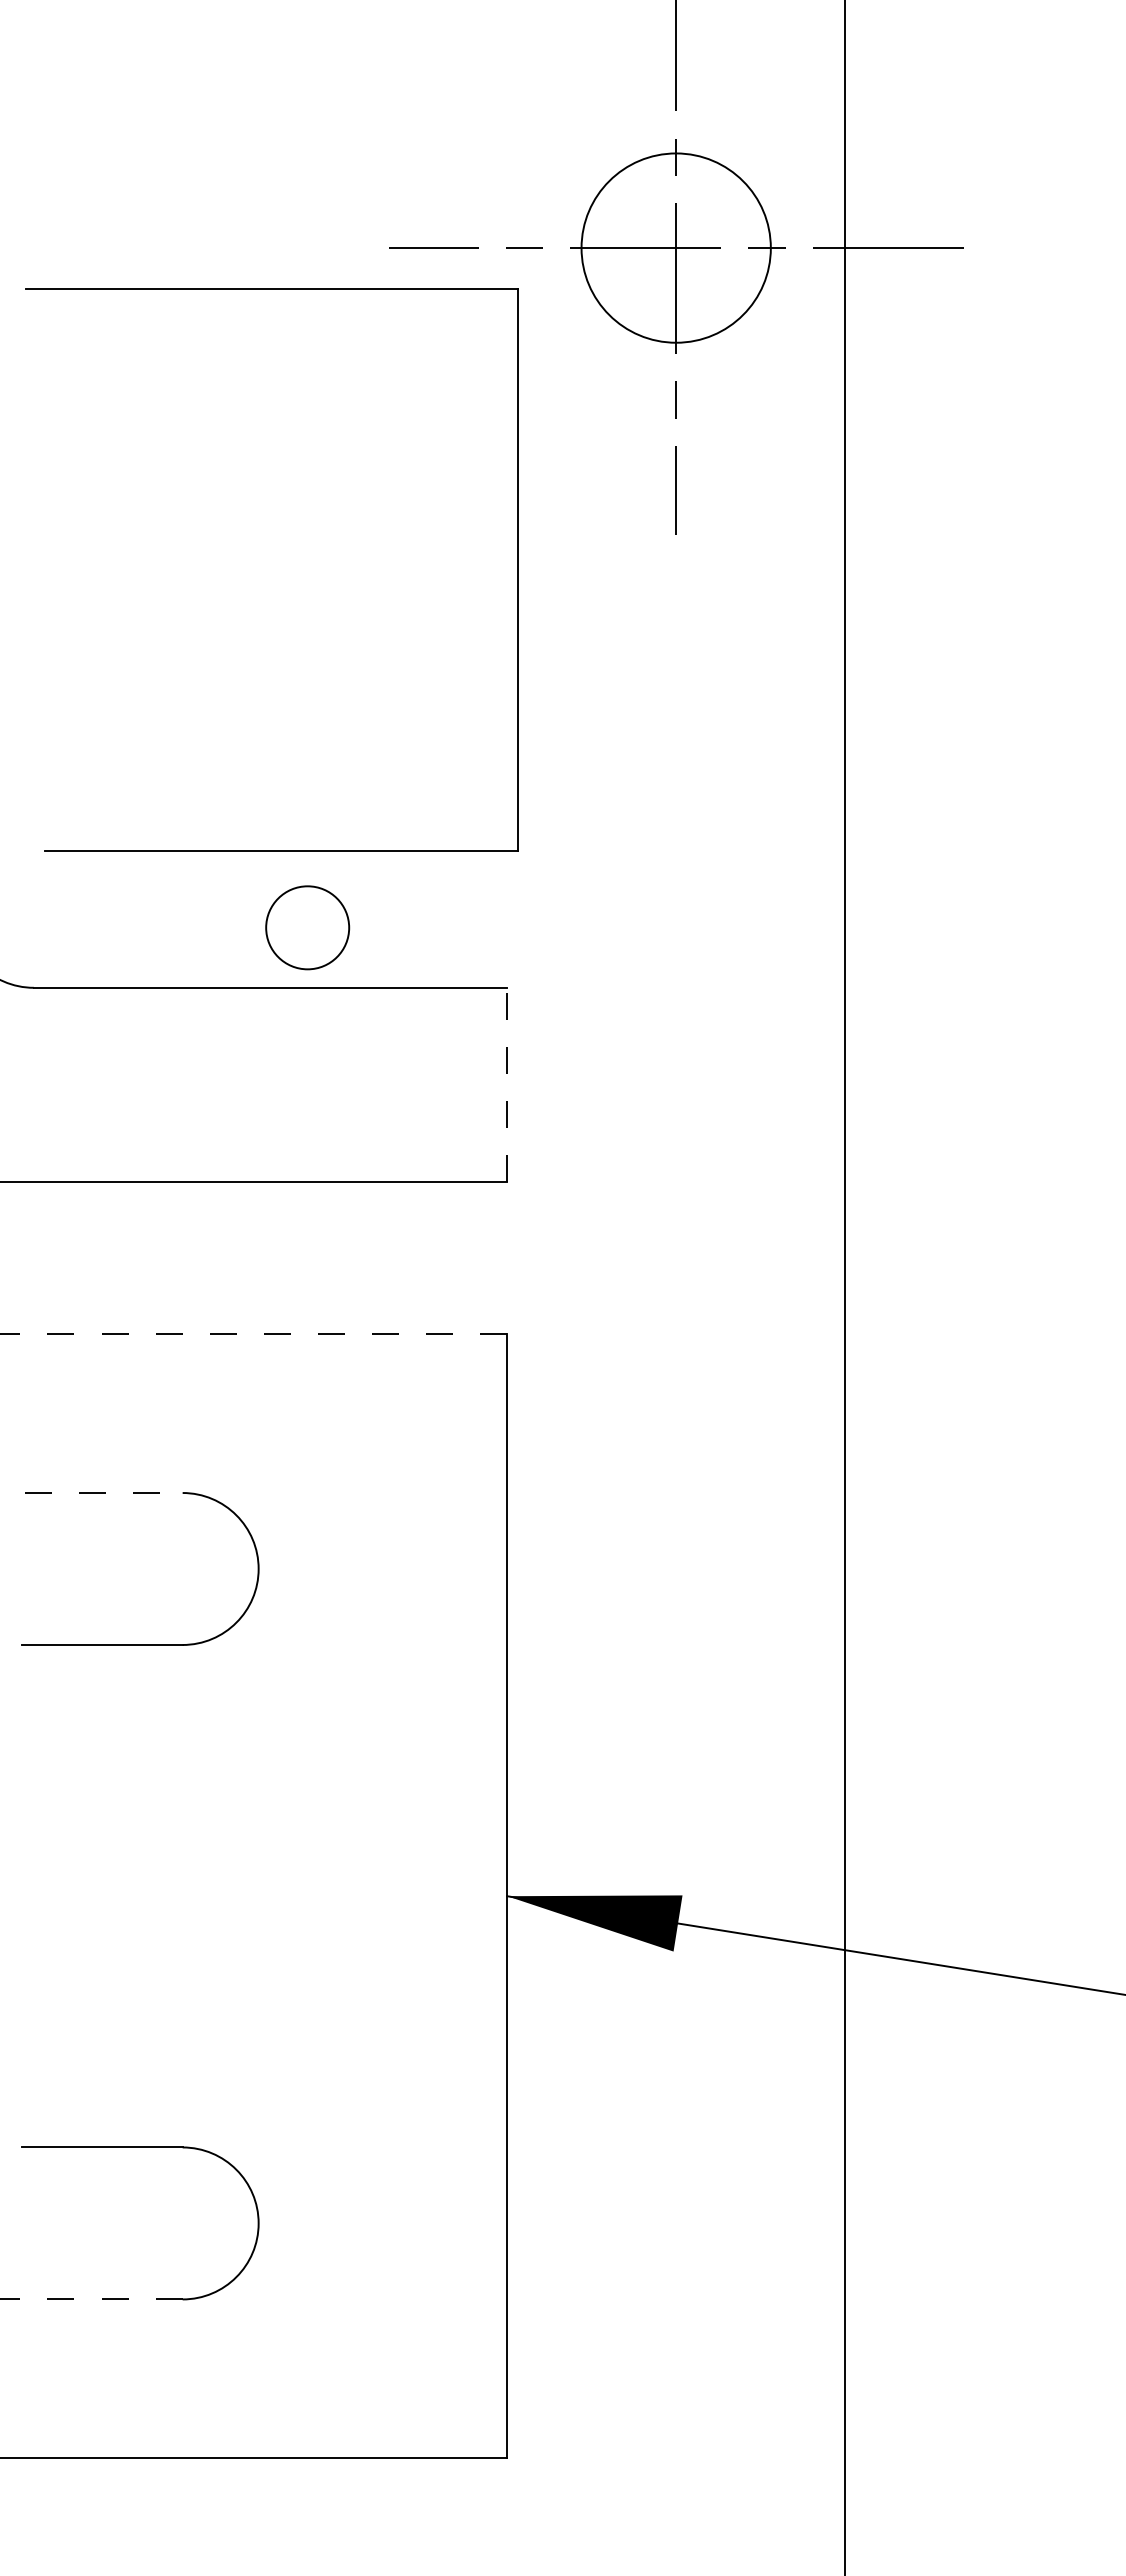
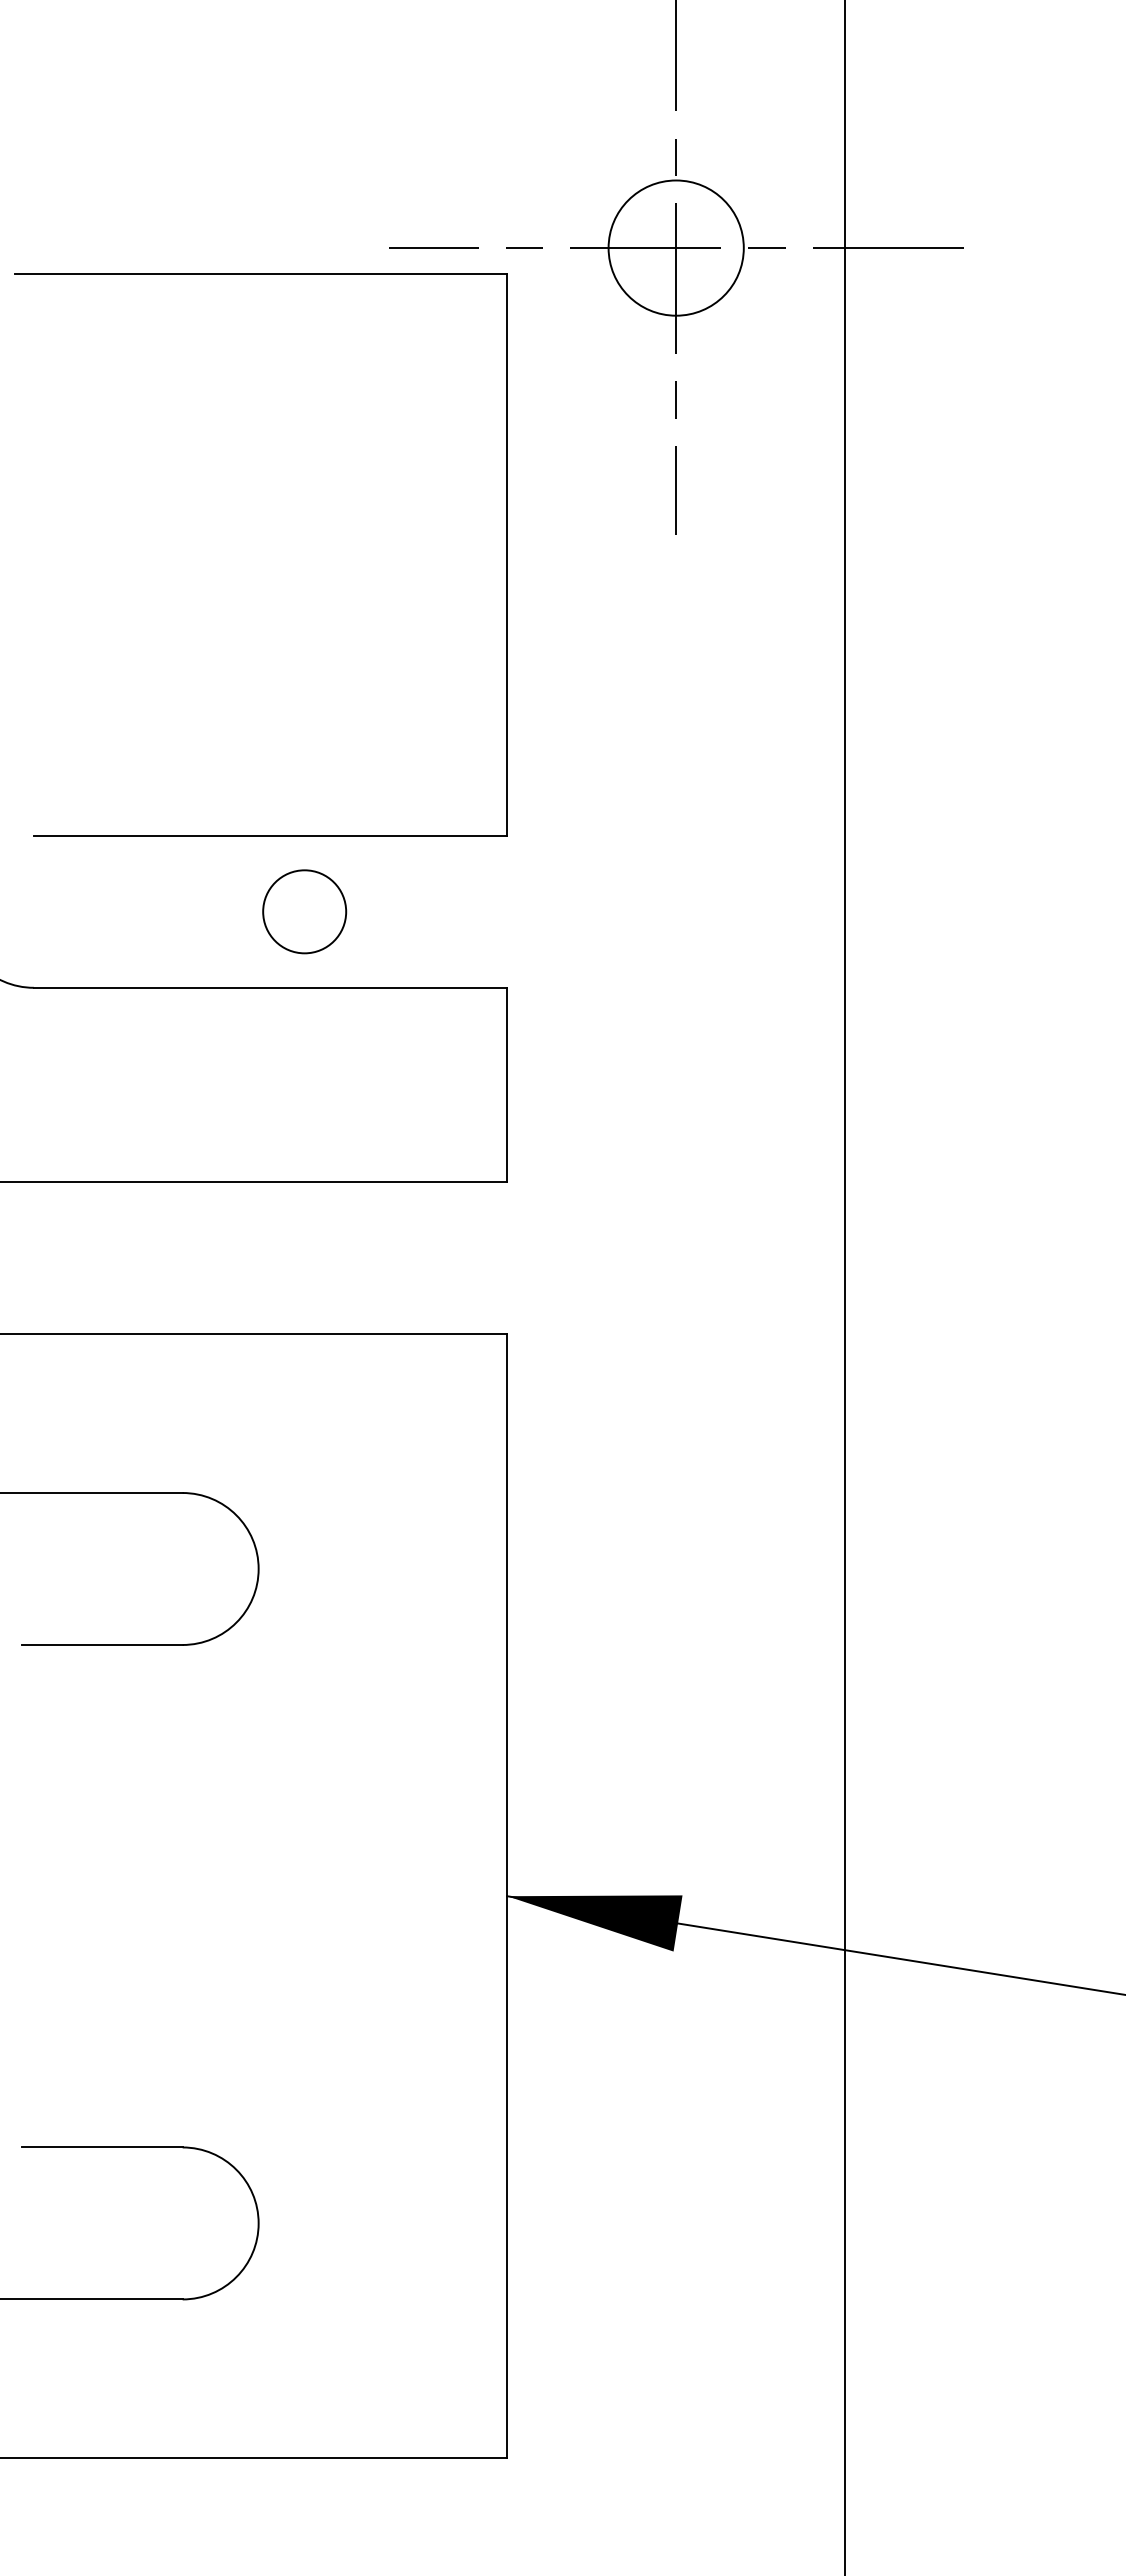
circle at (675, 247) diameter: 189 px -> 135 px
part at (517, 569) position: (517, 569) -> (506, 554)
circle at (307, 927) position: (307, 927) -> (304, 911)
line at (507, 1084): dashed -> solid
line at (253, 1333): dashed -> solid
line at (91, 1493): dashed -> solid
line at (91, 2299): dashed -> solid
